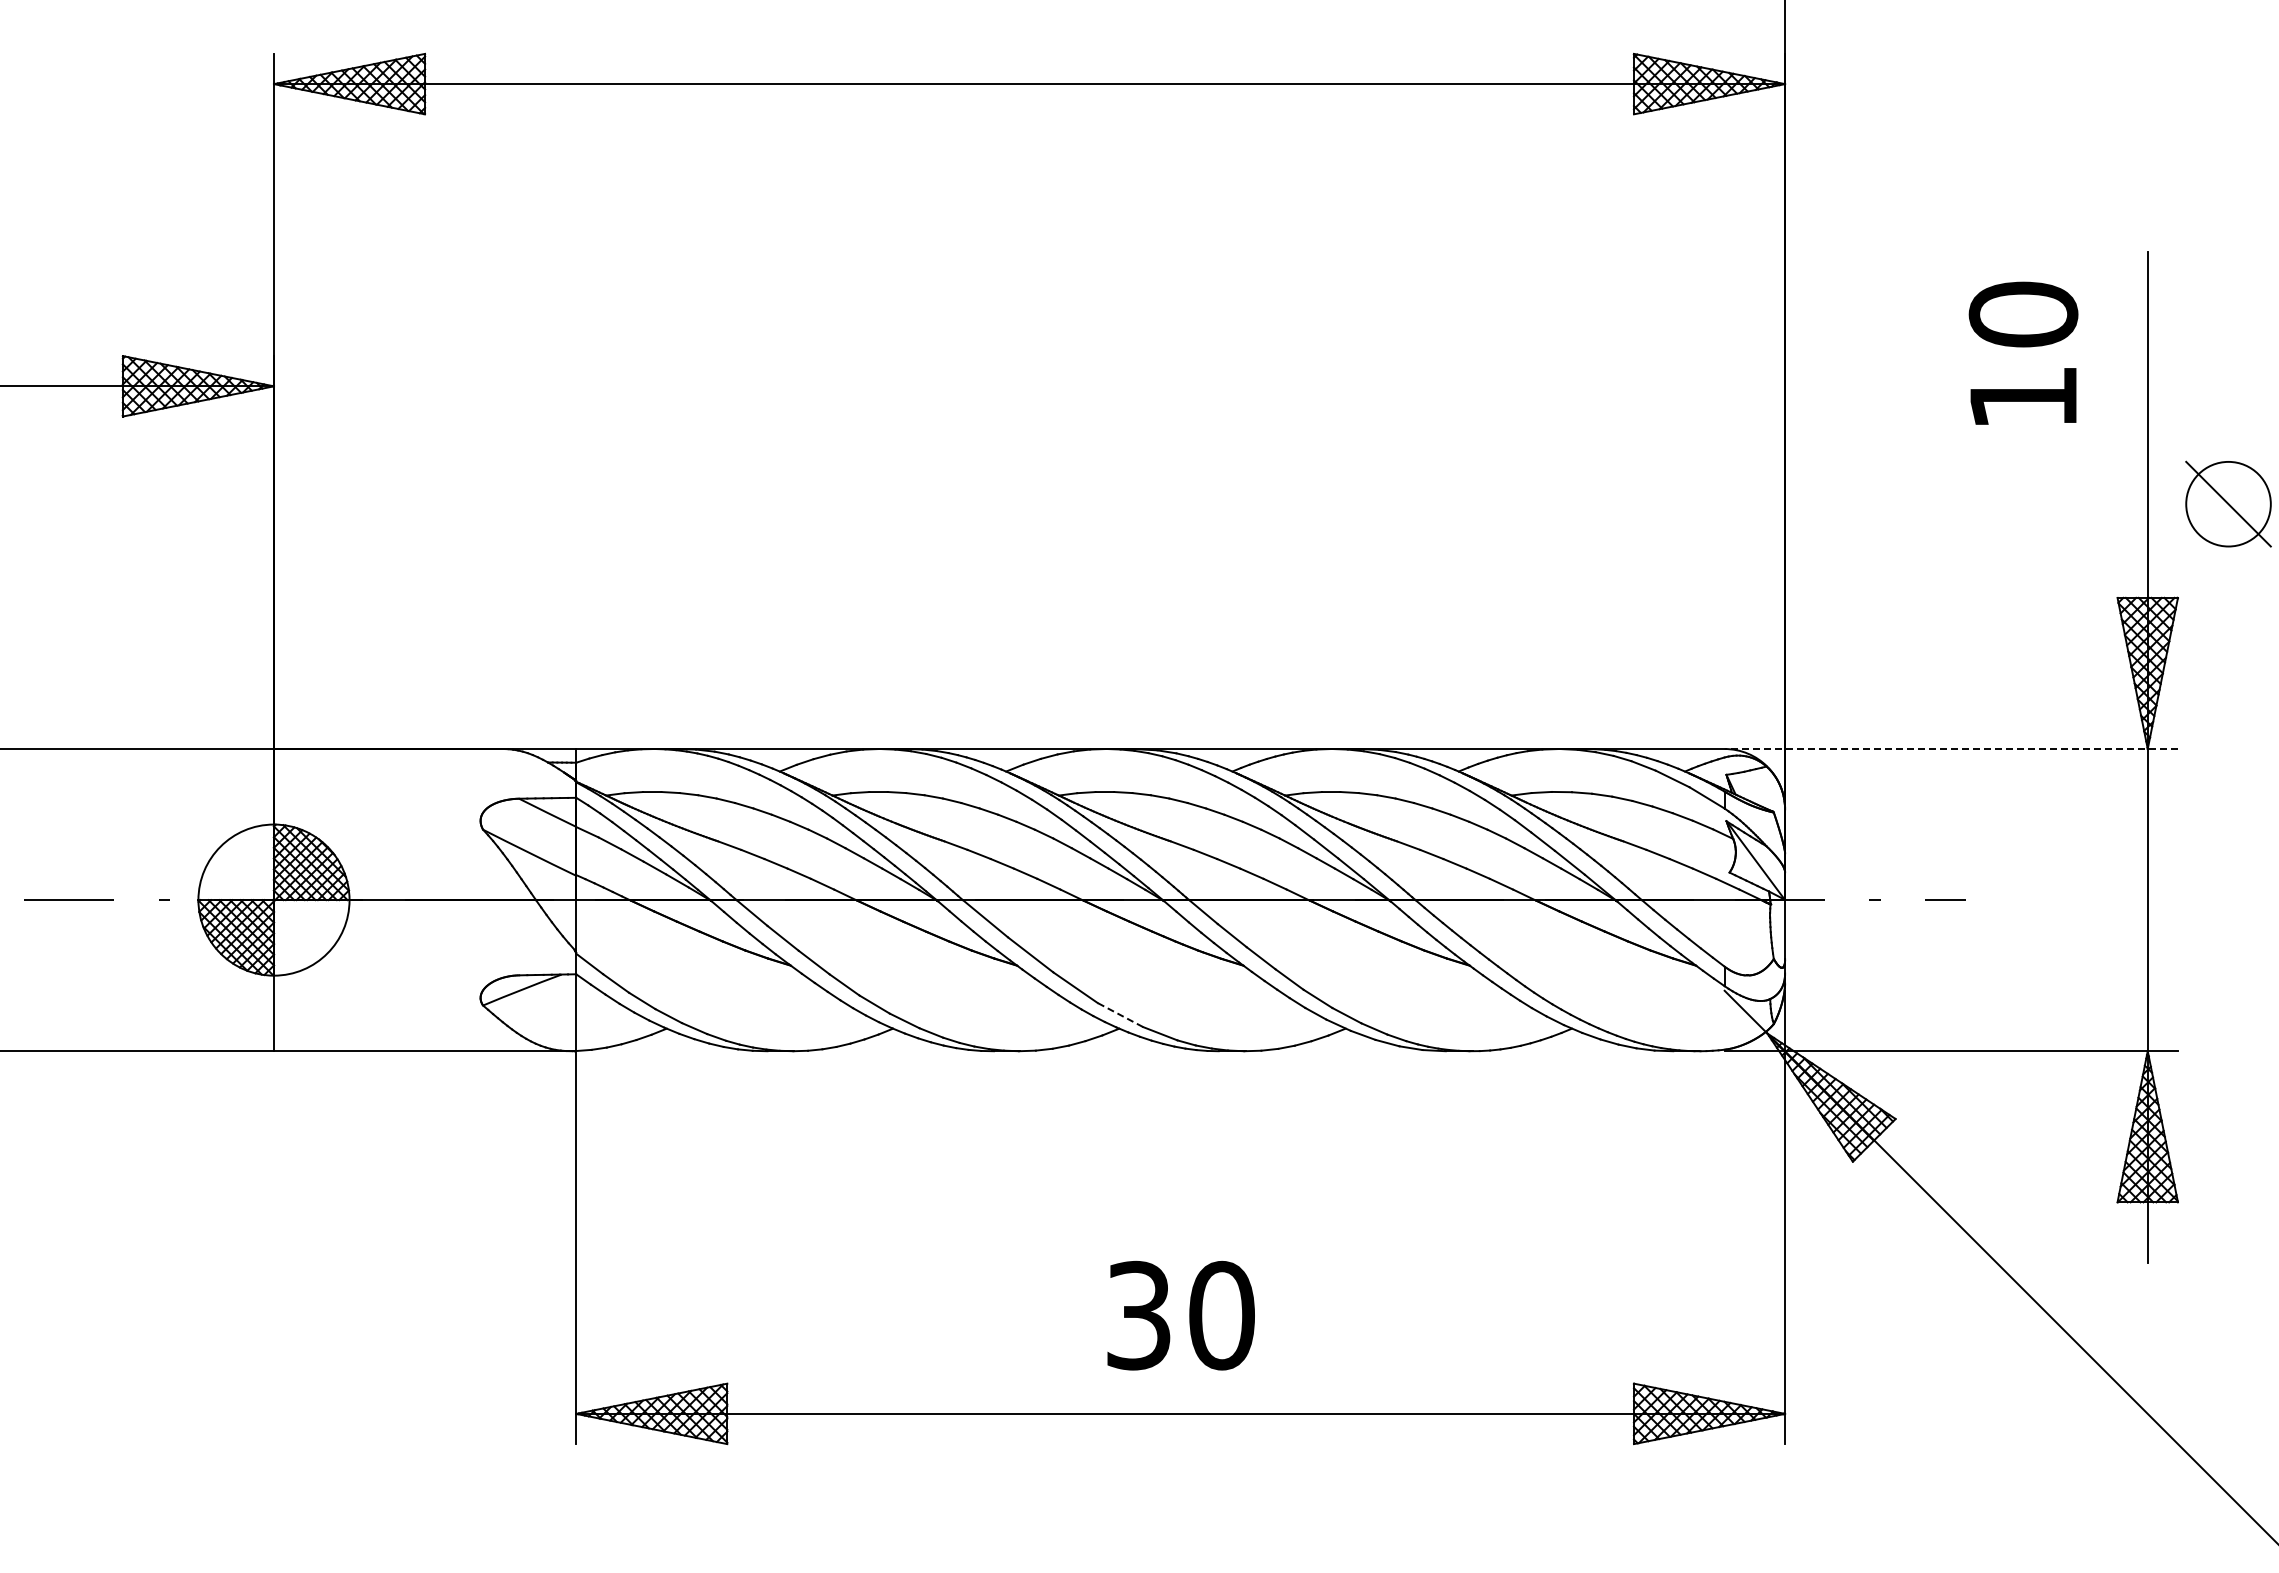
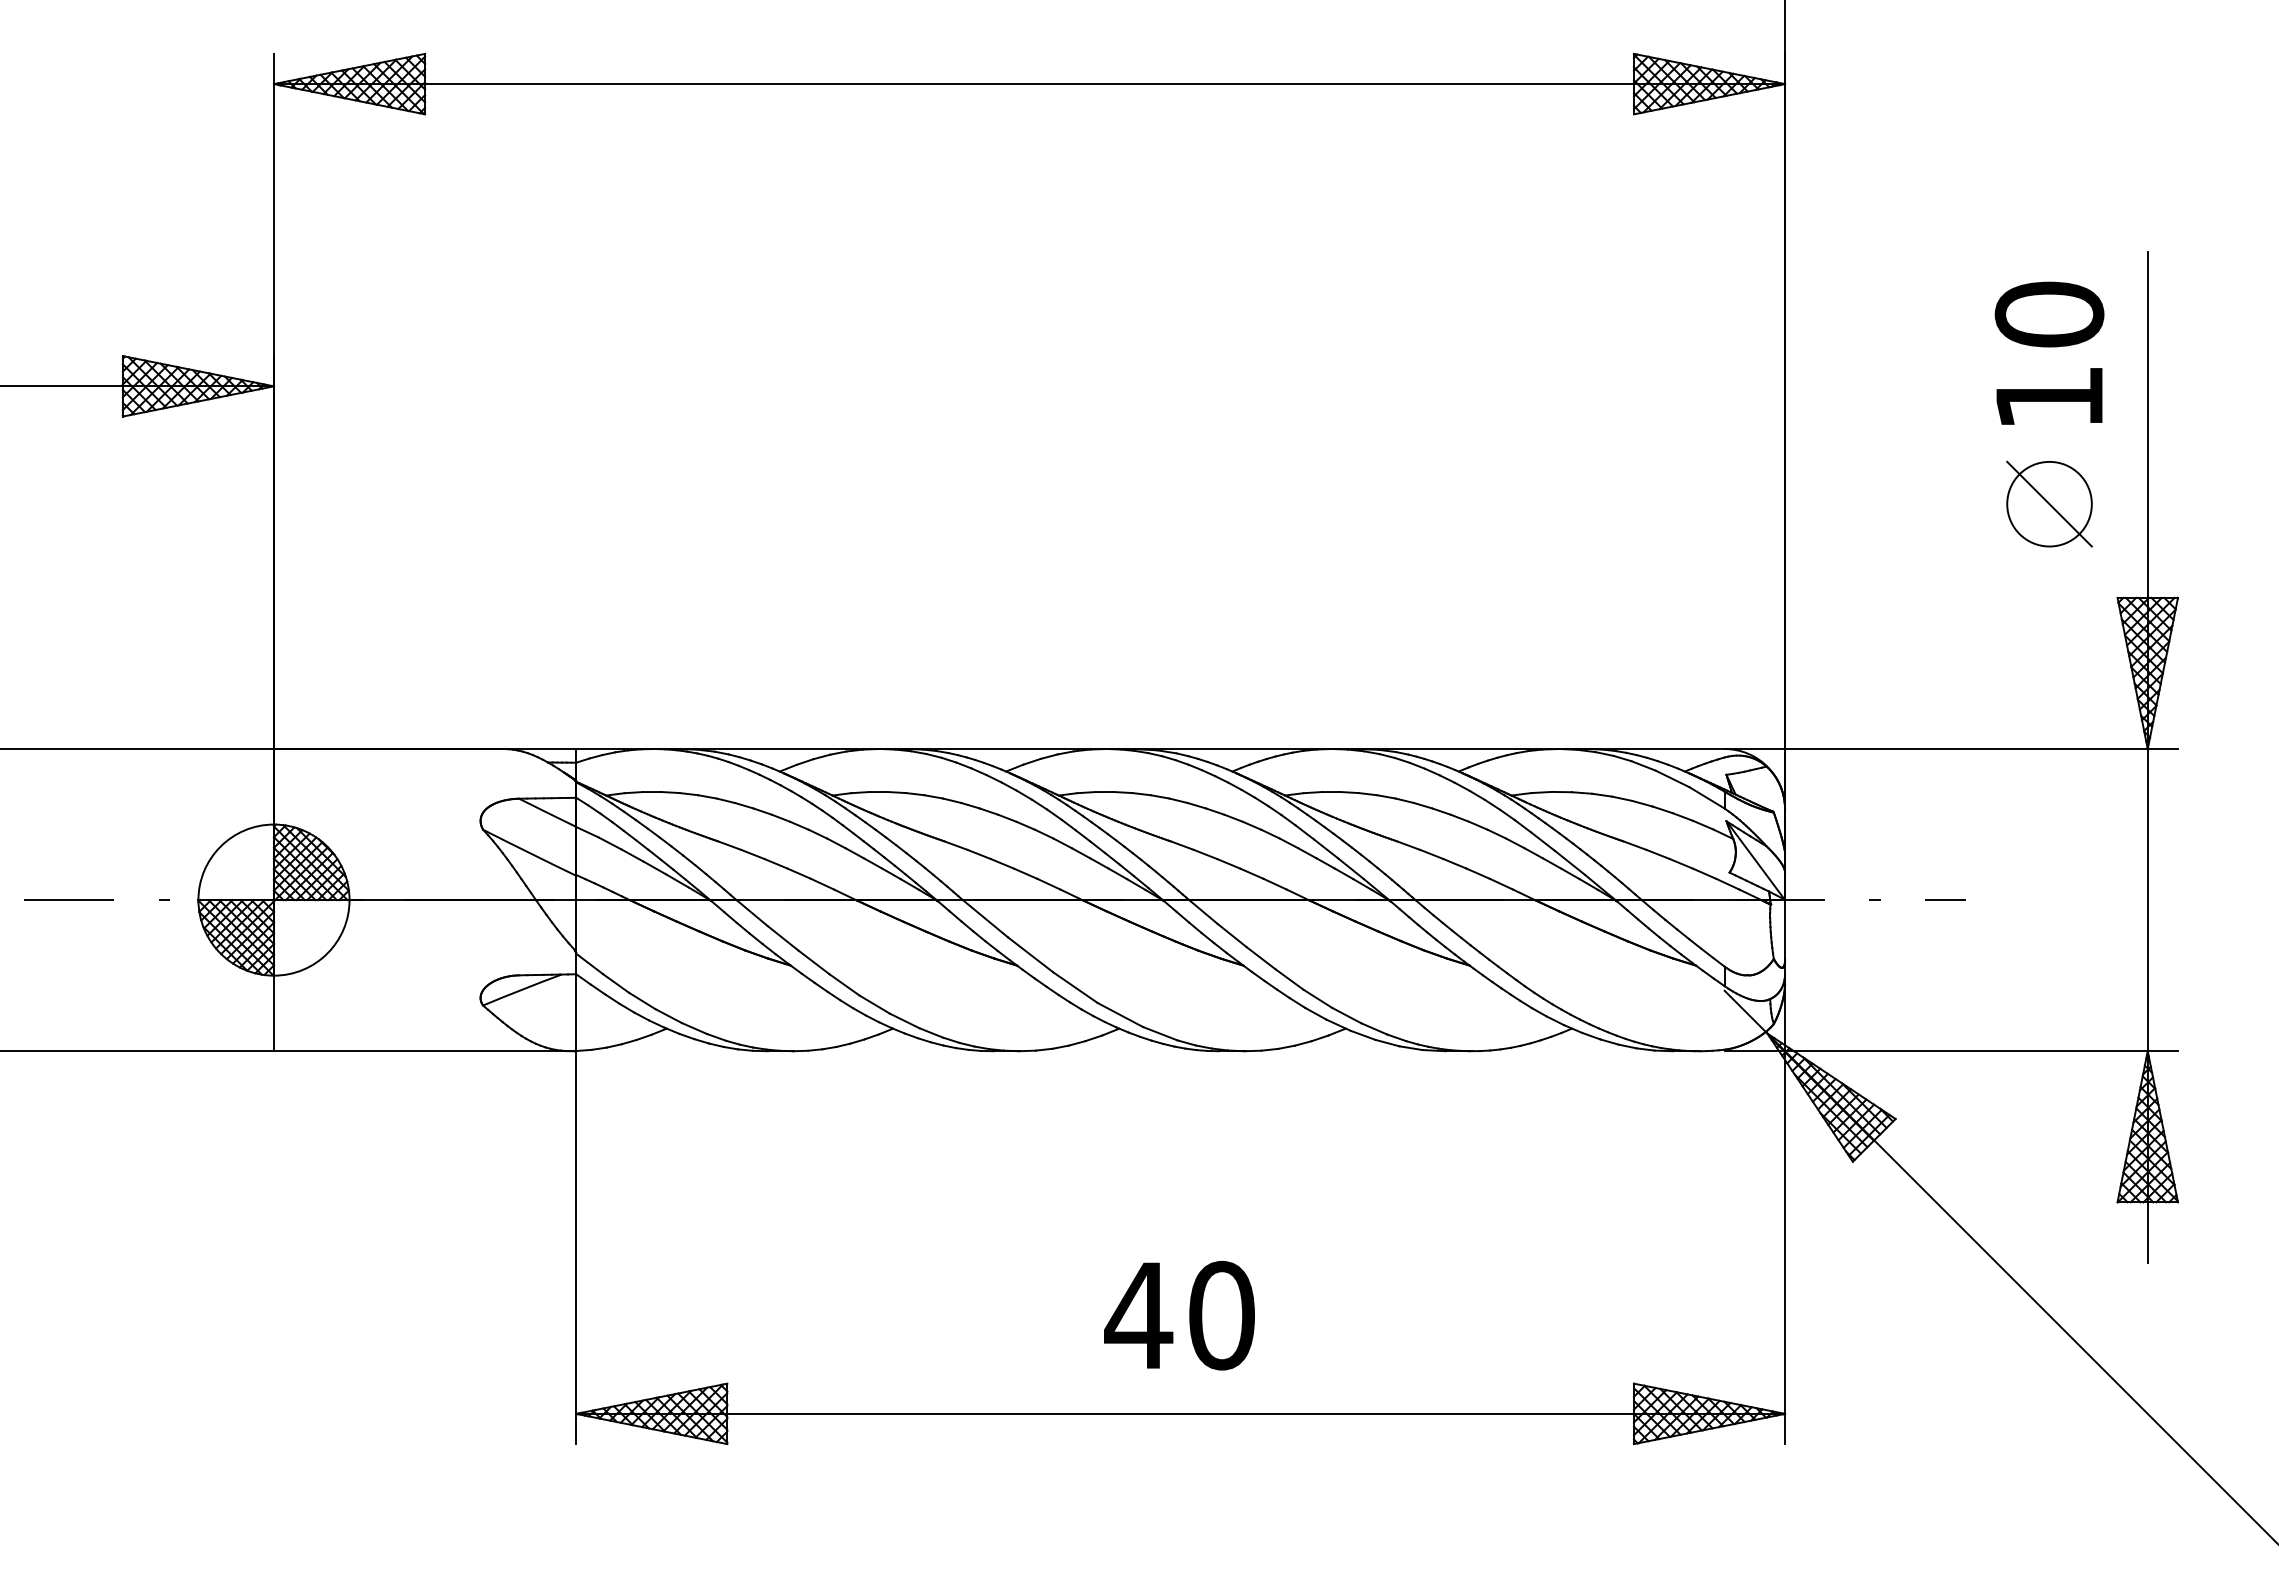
text at (2023, 352) position: (2023, 352) -> (2049, 352)
part at (2228, 503) position: (2228, 503) -> (2049, 503)
line at (1951, 749): dashed -> solid
line at (1120, 1015): dashed -> solid
text at (1138, 1315): 30 -> 40
